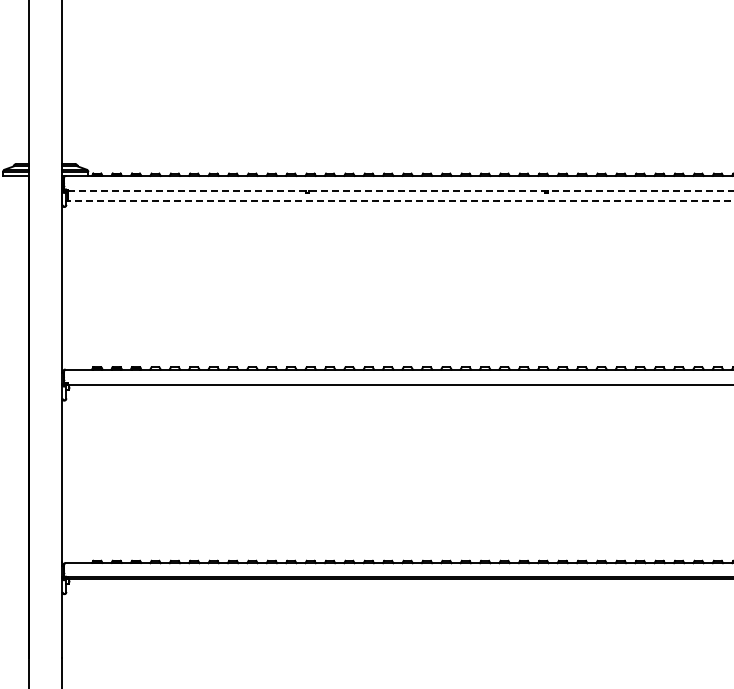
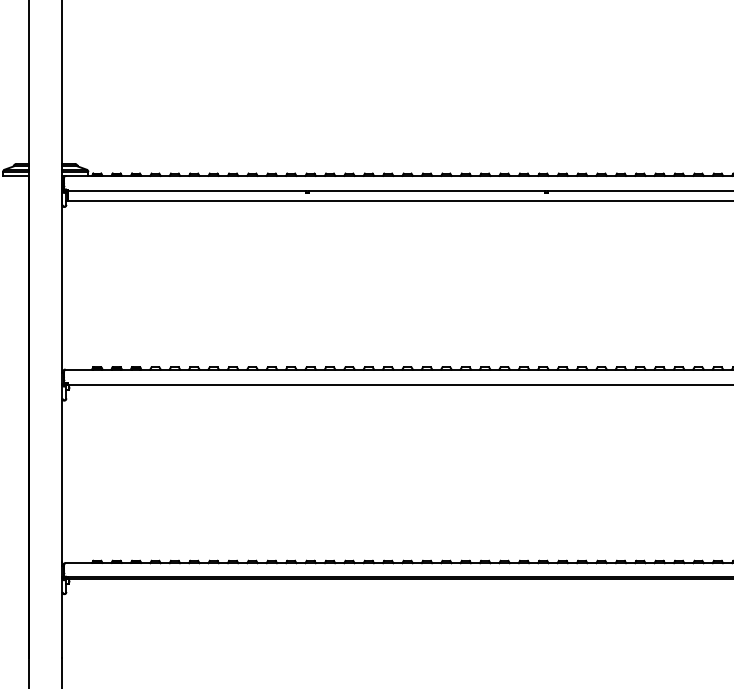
line at (401, 191): dashed -> solid
line at (401, 200): dashed -> solid
